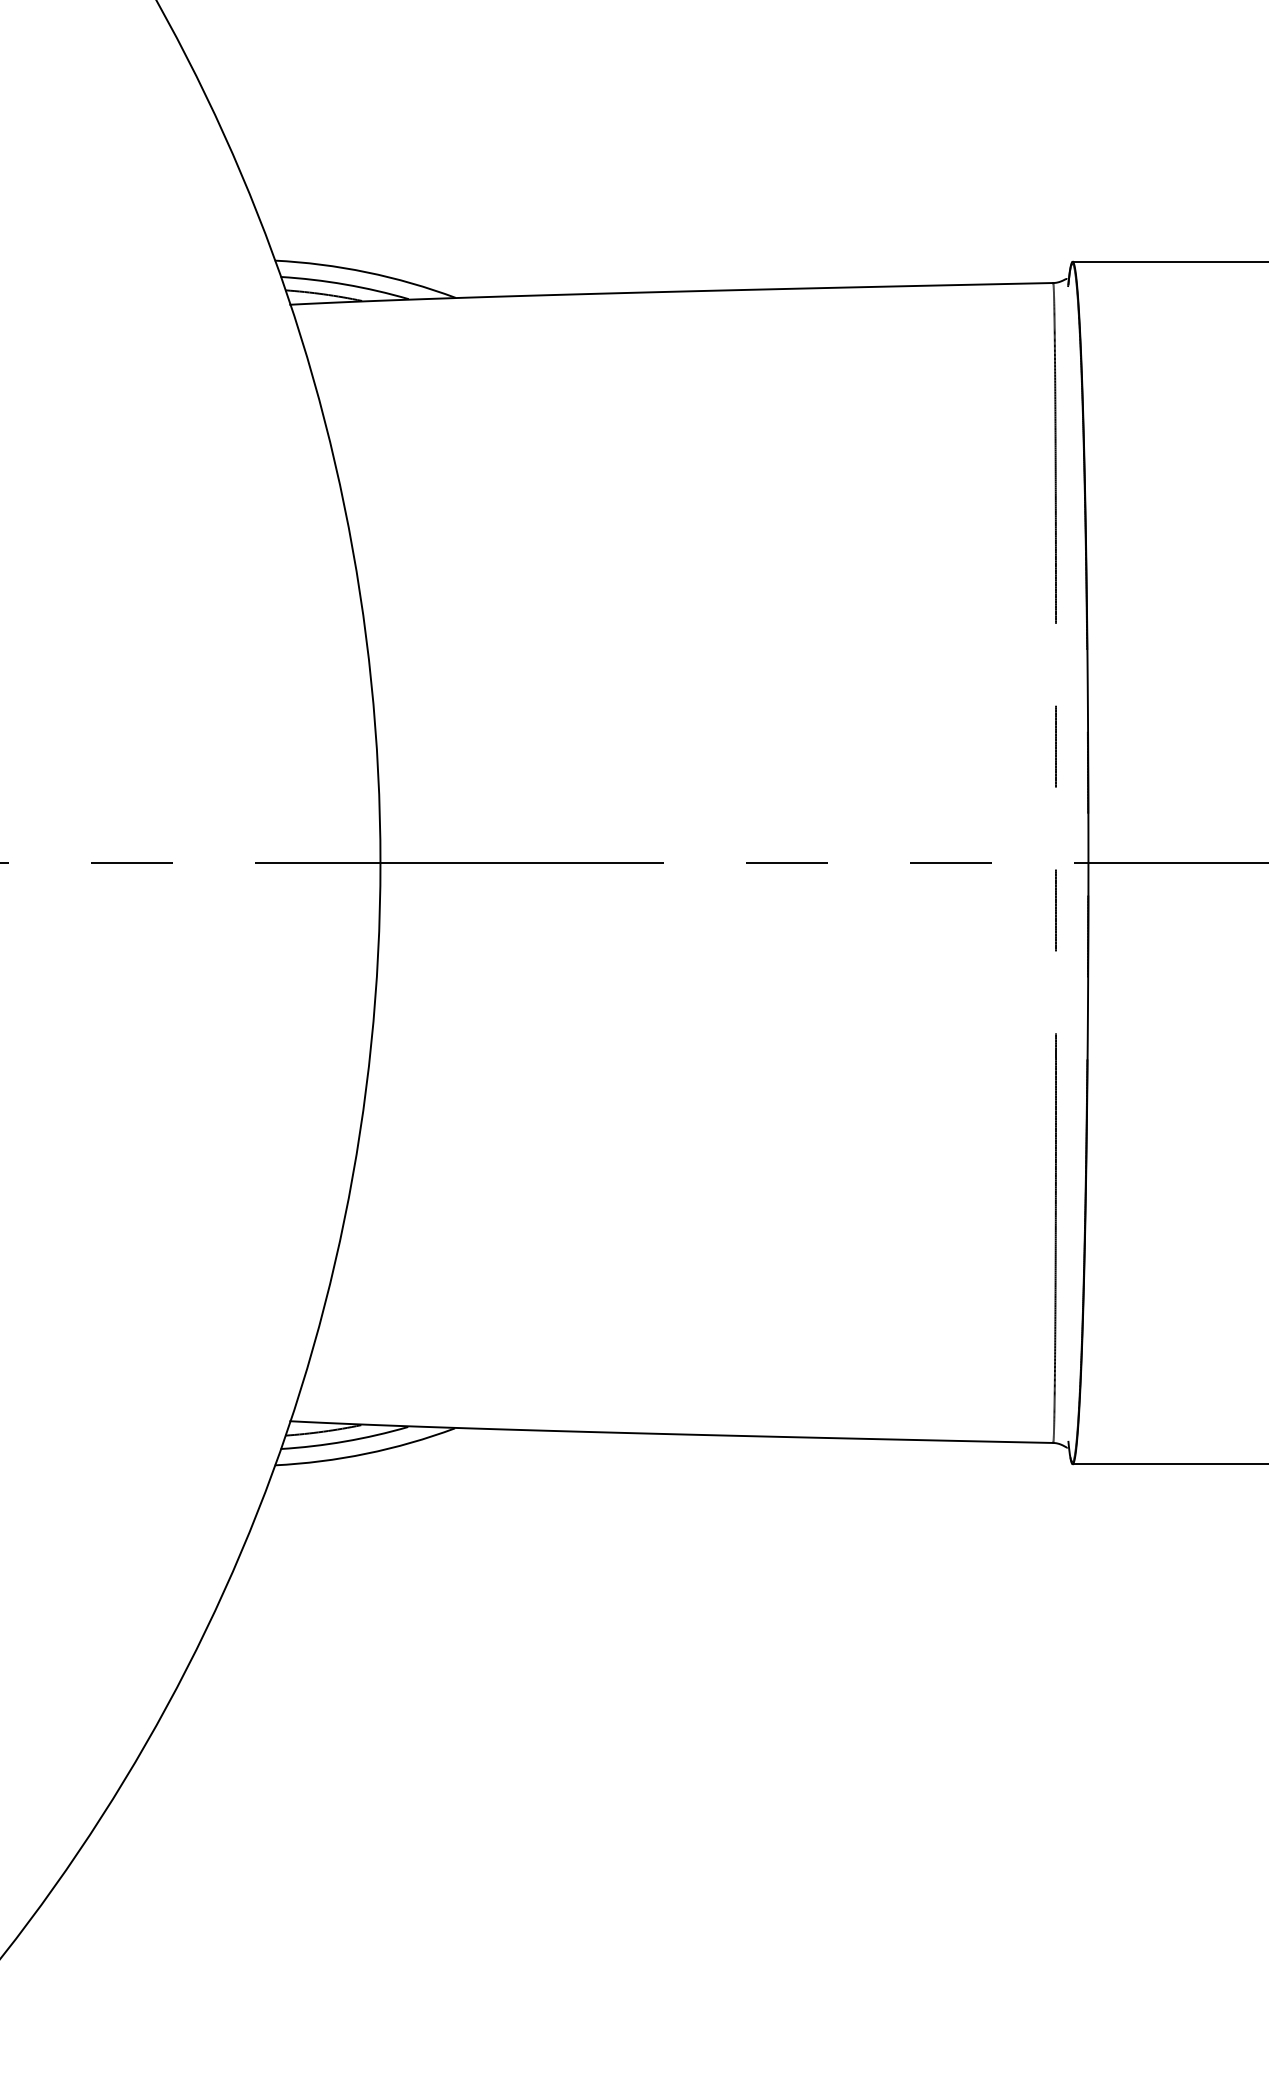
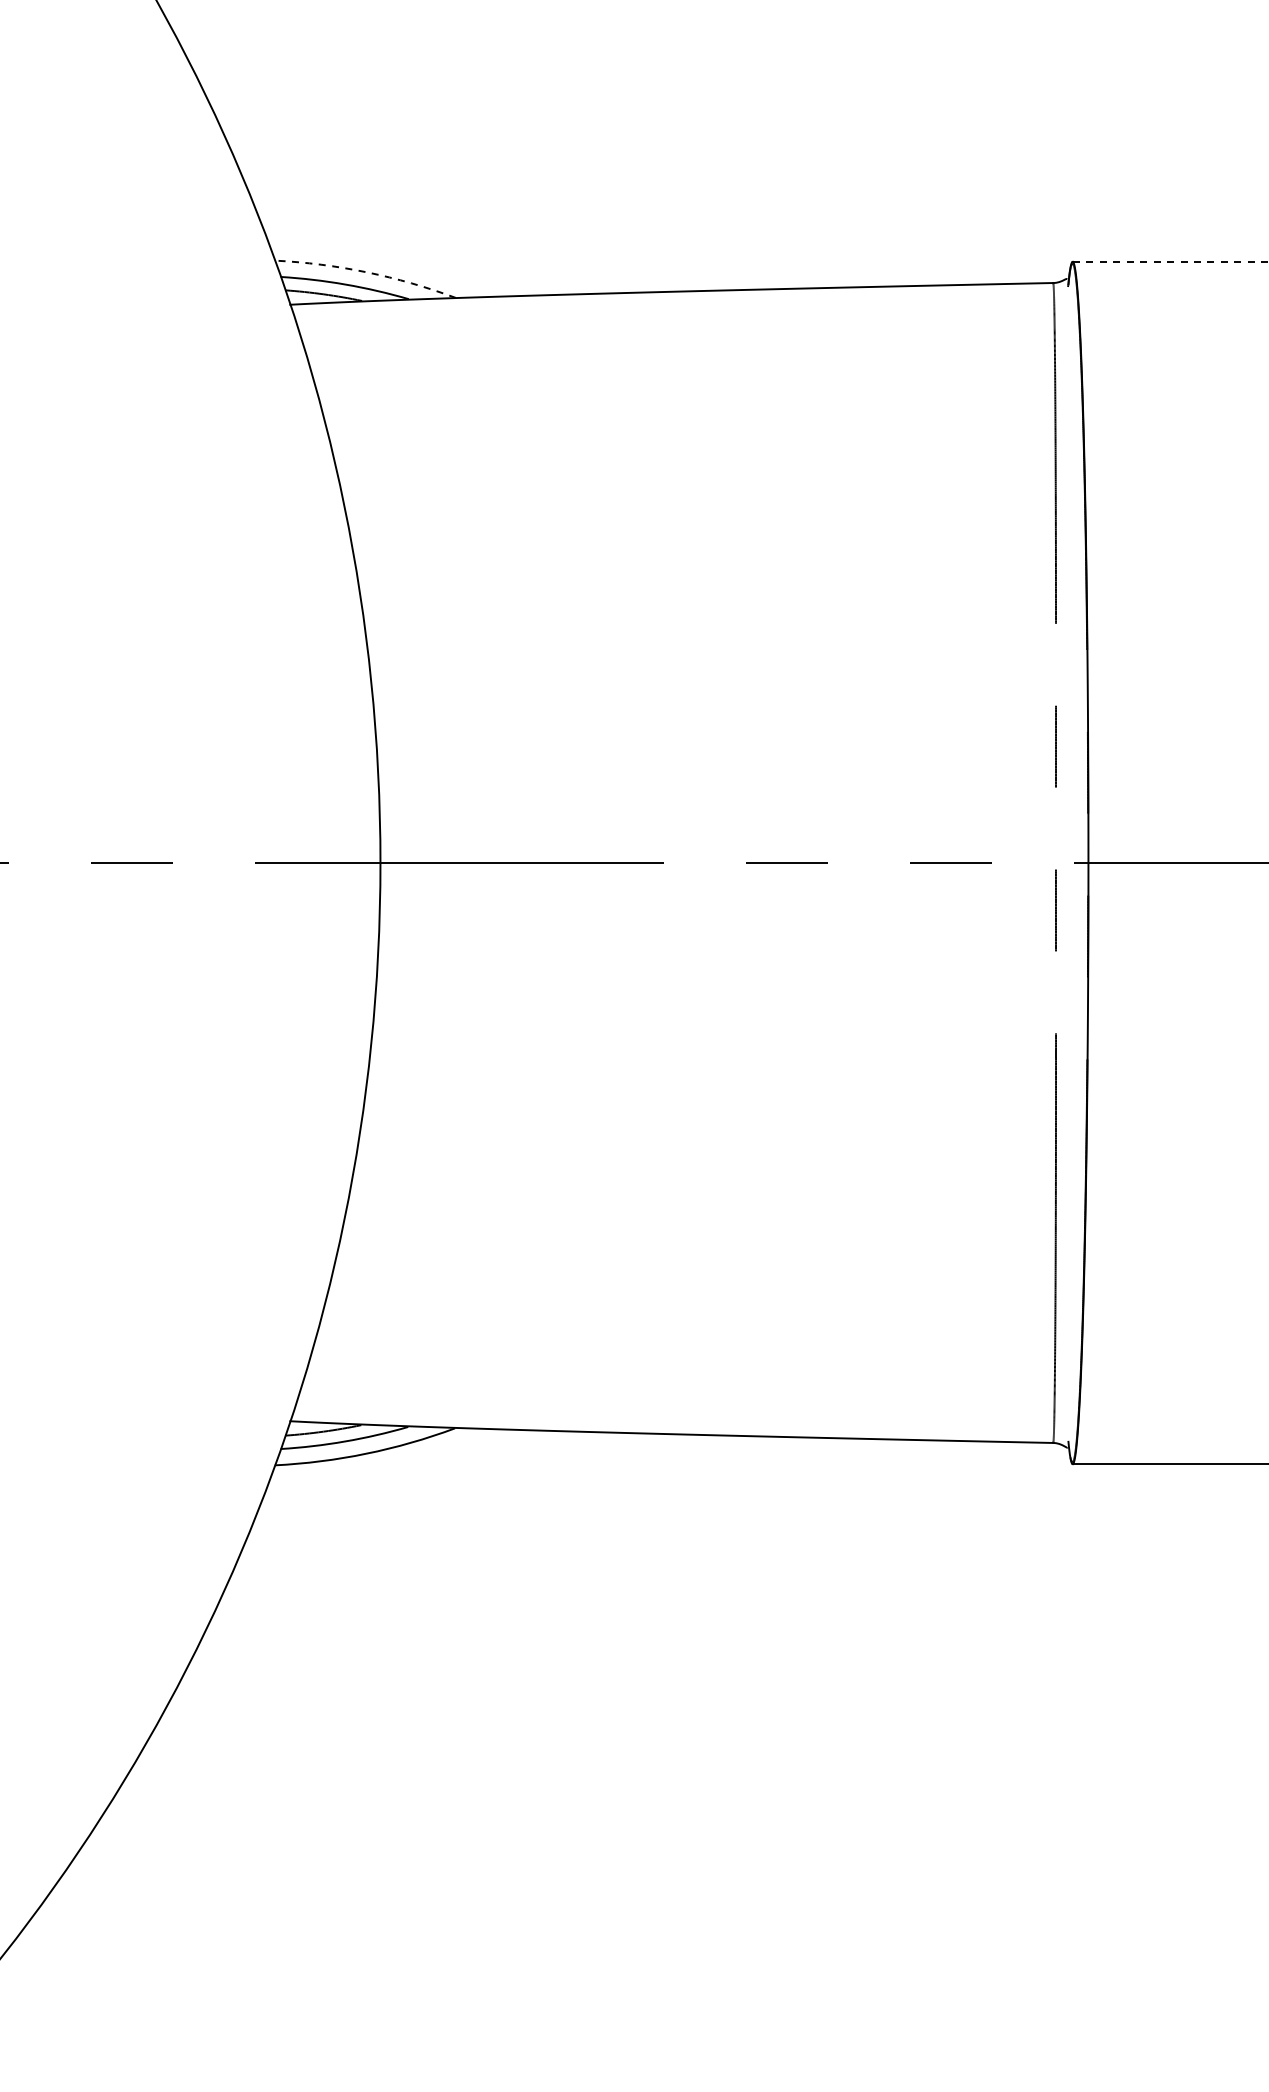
line at (1170, 261): solid -> dashed
arc at (366, 272): solid -> dashed
